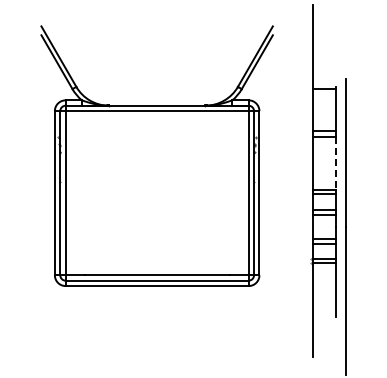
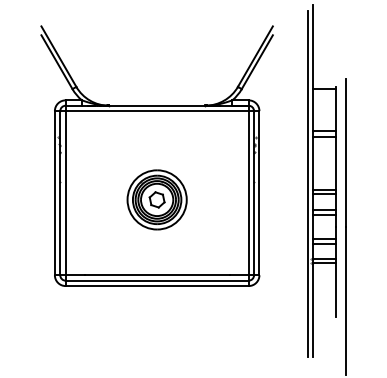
line at (336, 163): dashed -> solid
line at (307, 183): none -> present
part at (156, 199): none -> present
